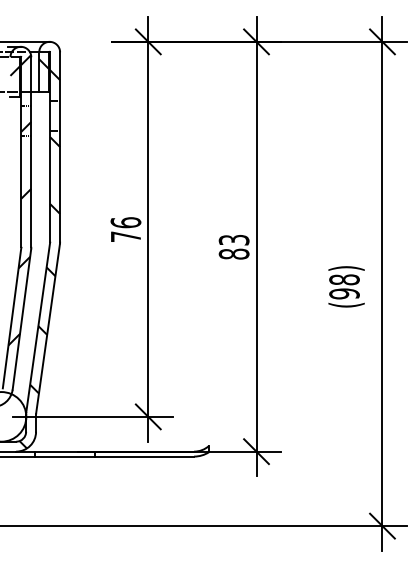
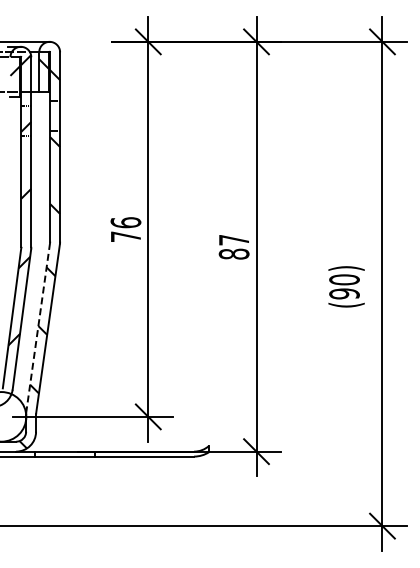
text at (233, 240): 83 -> 87
text at (344, 279): (98) -> (90)
line at (38, 327): solid -> dashed
